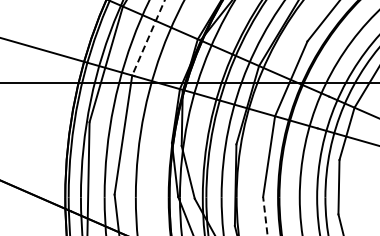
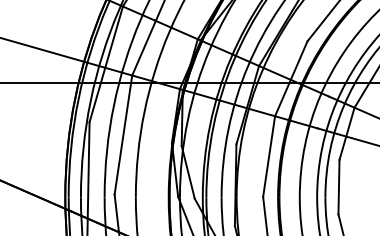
line at (148, 38): dashed -> solid
line at (265, 215): dashed -> solid
